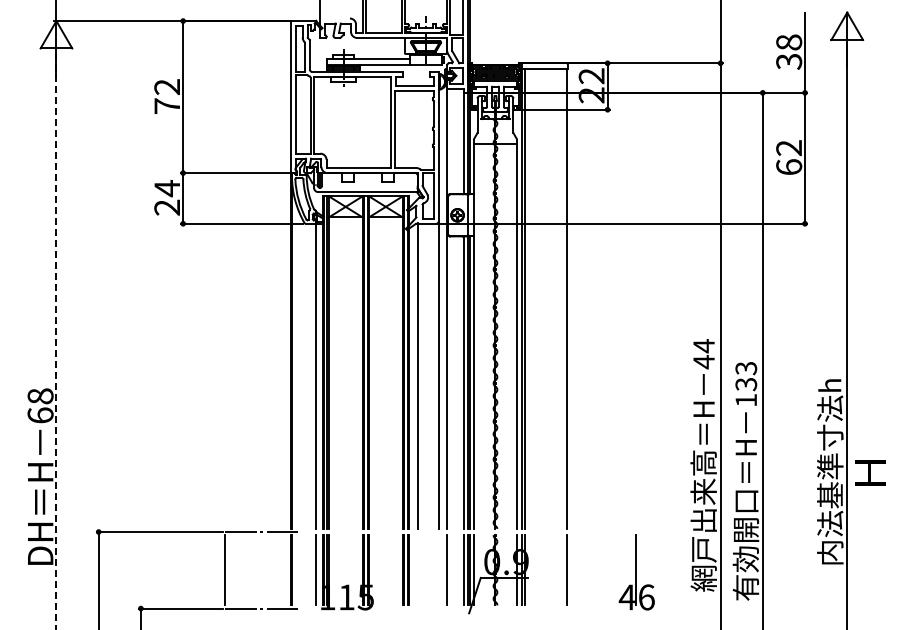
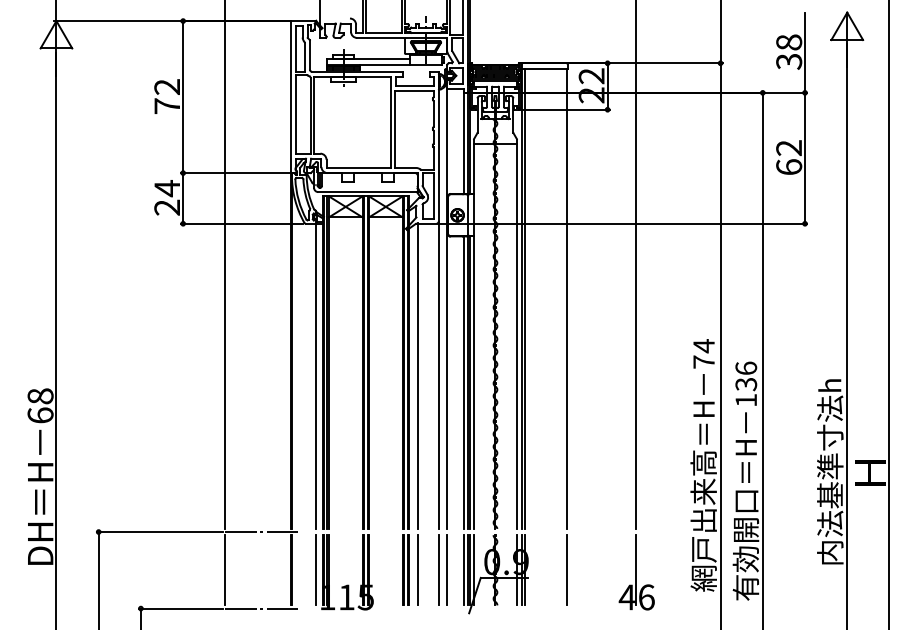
line at (225, 265): none -> present
line at (636, 265): none -> present
line at (889, 314): none -> present
line at (56, 341): dashed -> solid
text at (703, 362): 44 -> 74
text at (746, 368): 133 -> 136
line at (417, 570): none -> present
line at (438, 570): none -> present
